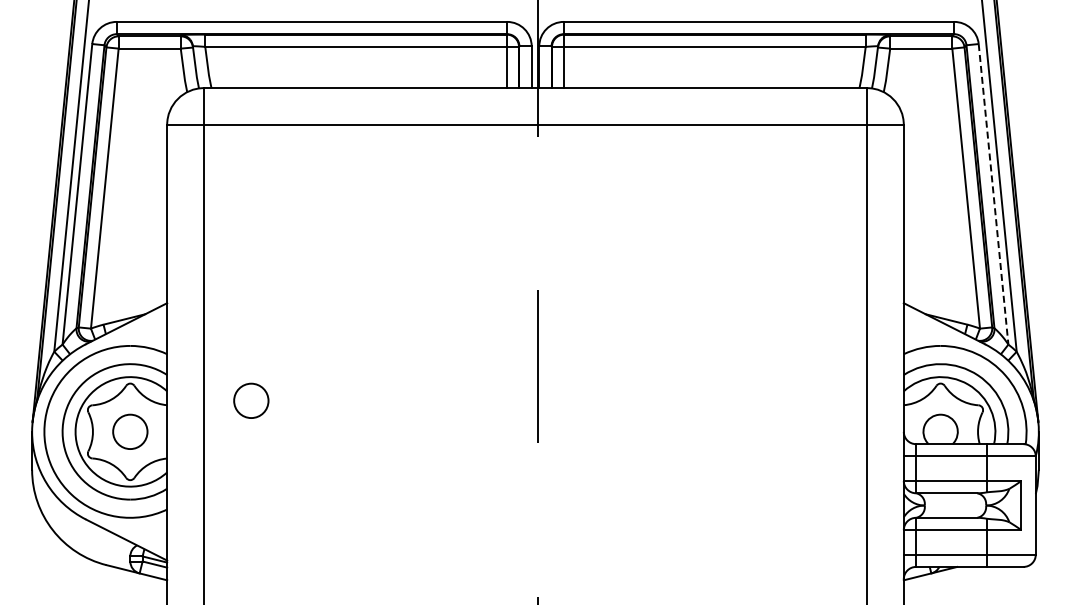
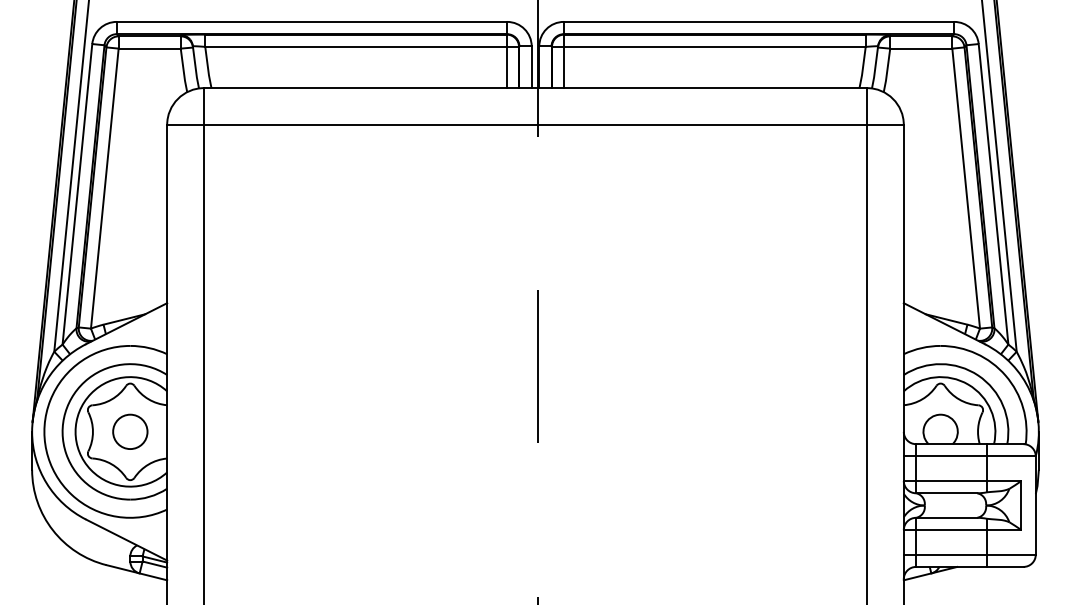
line at (993, 194): dashed -> solid
circle at (251, 400): present -> none
